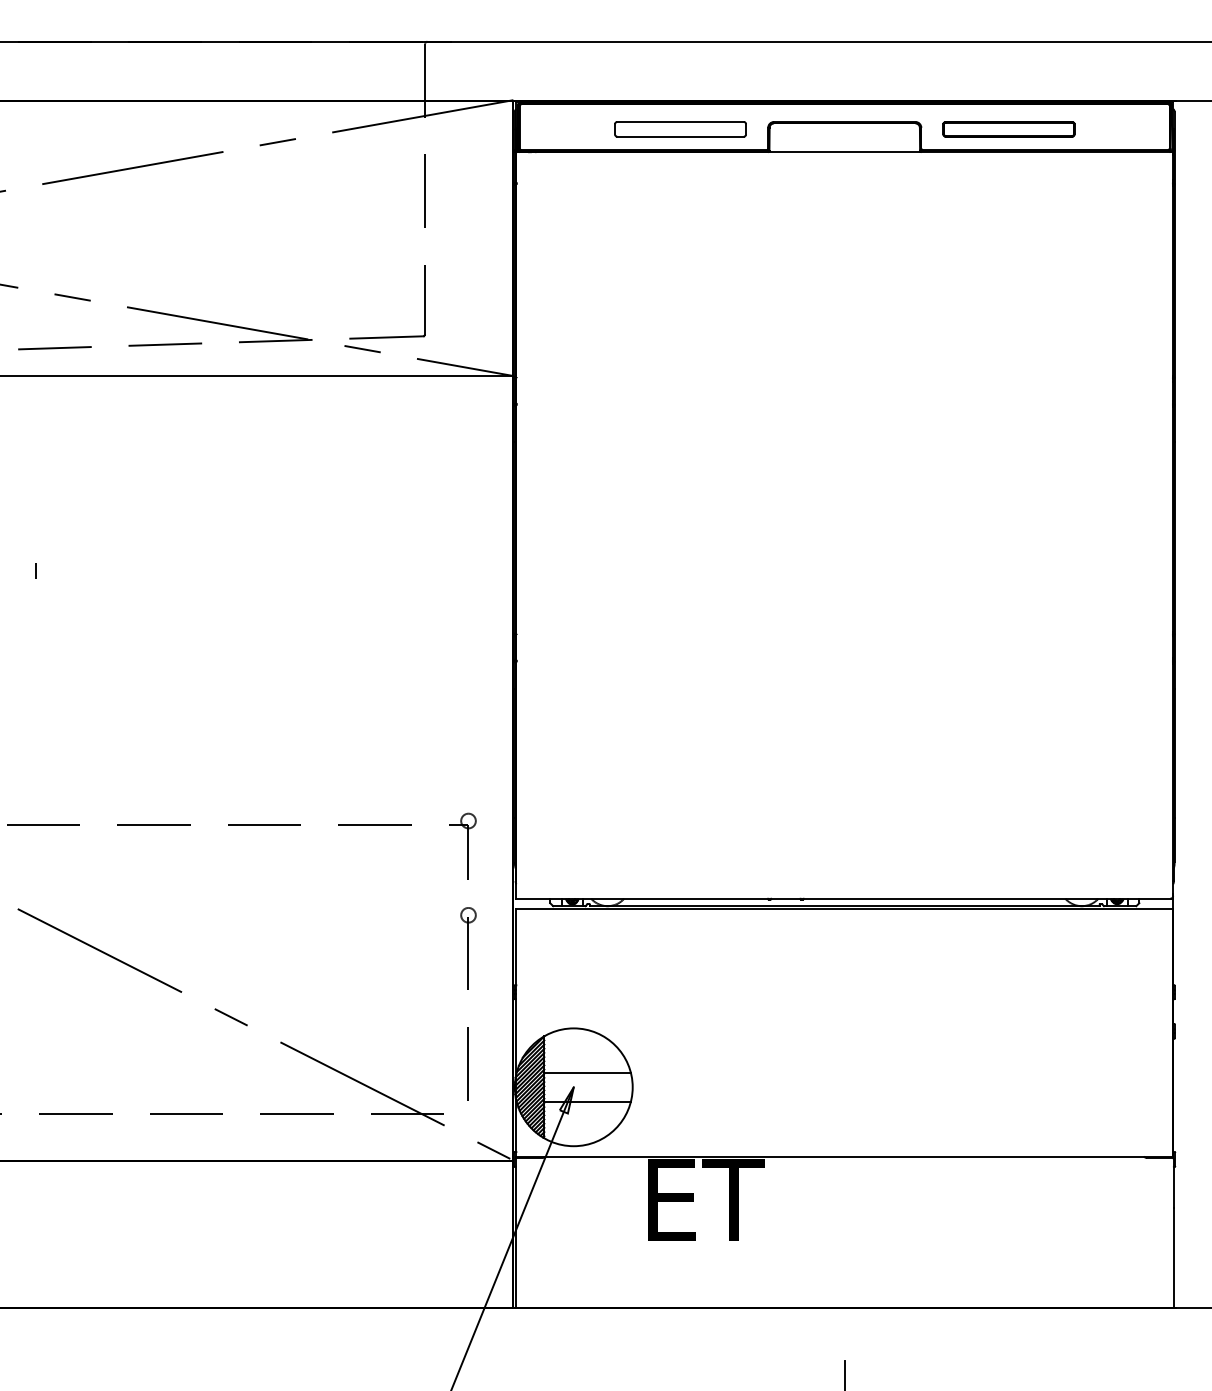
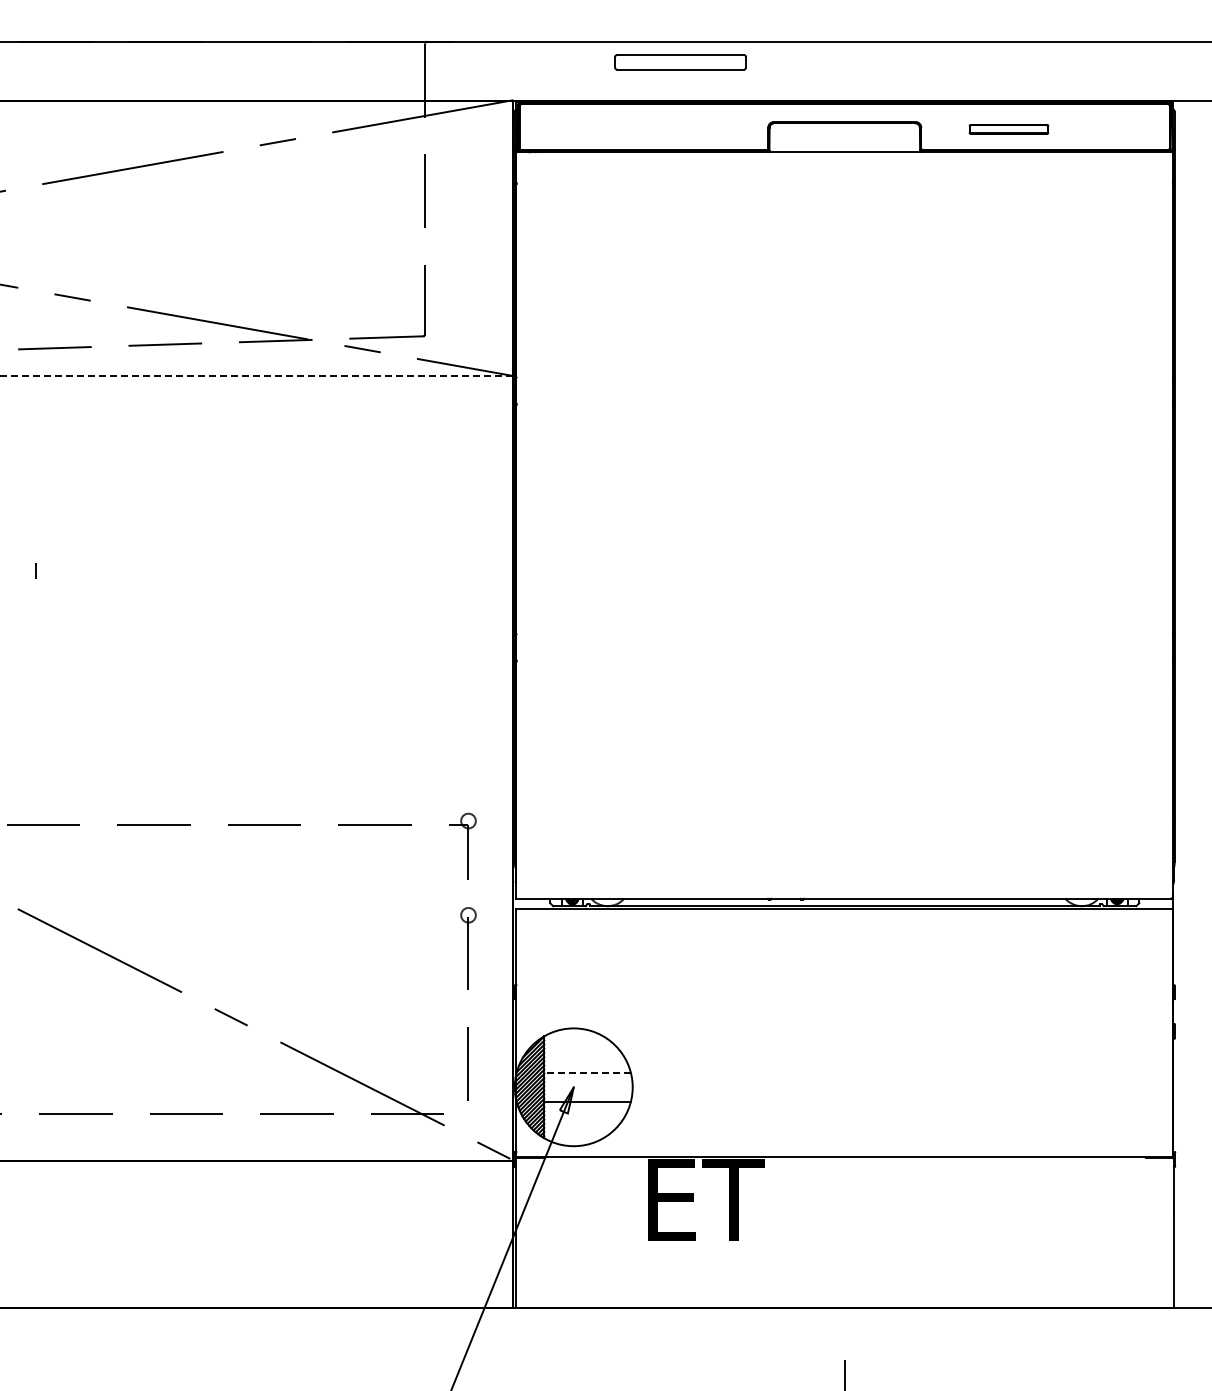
part at (680, 129) position: (680, 129) -> (680, 62)
part at (1008, 129) size: 134x17 px -> 82x11 px
line at (256, 376): solid -> dashed
line at (587, 1072): solid -> dashed
